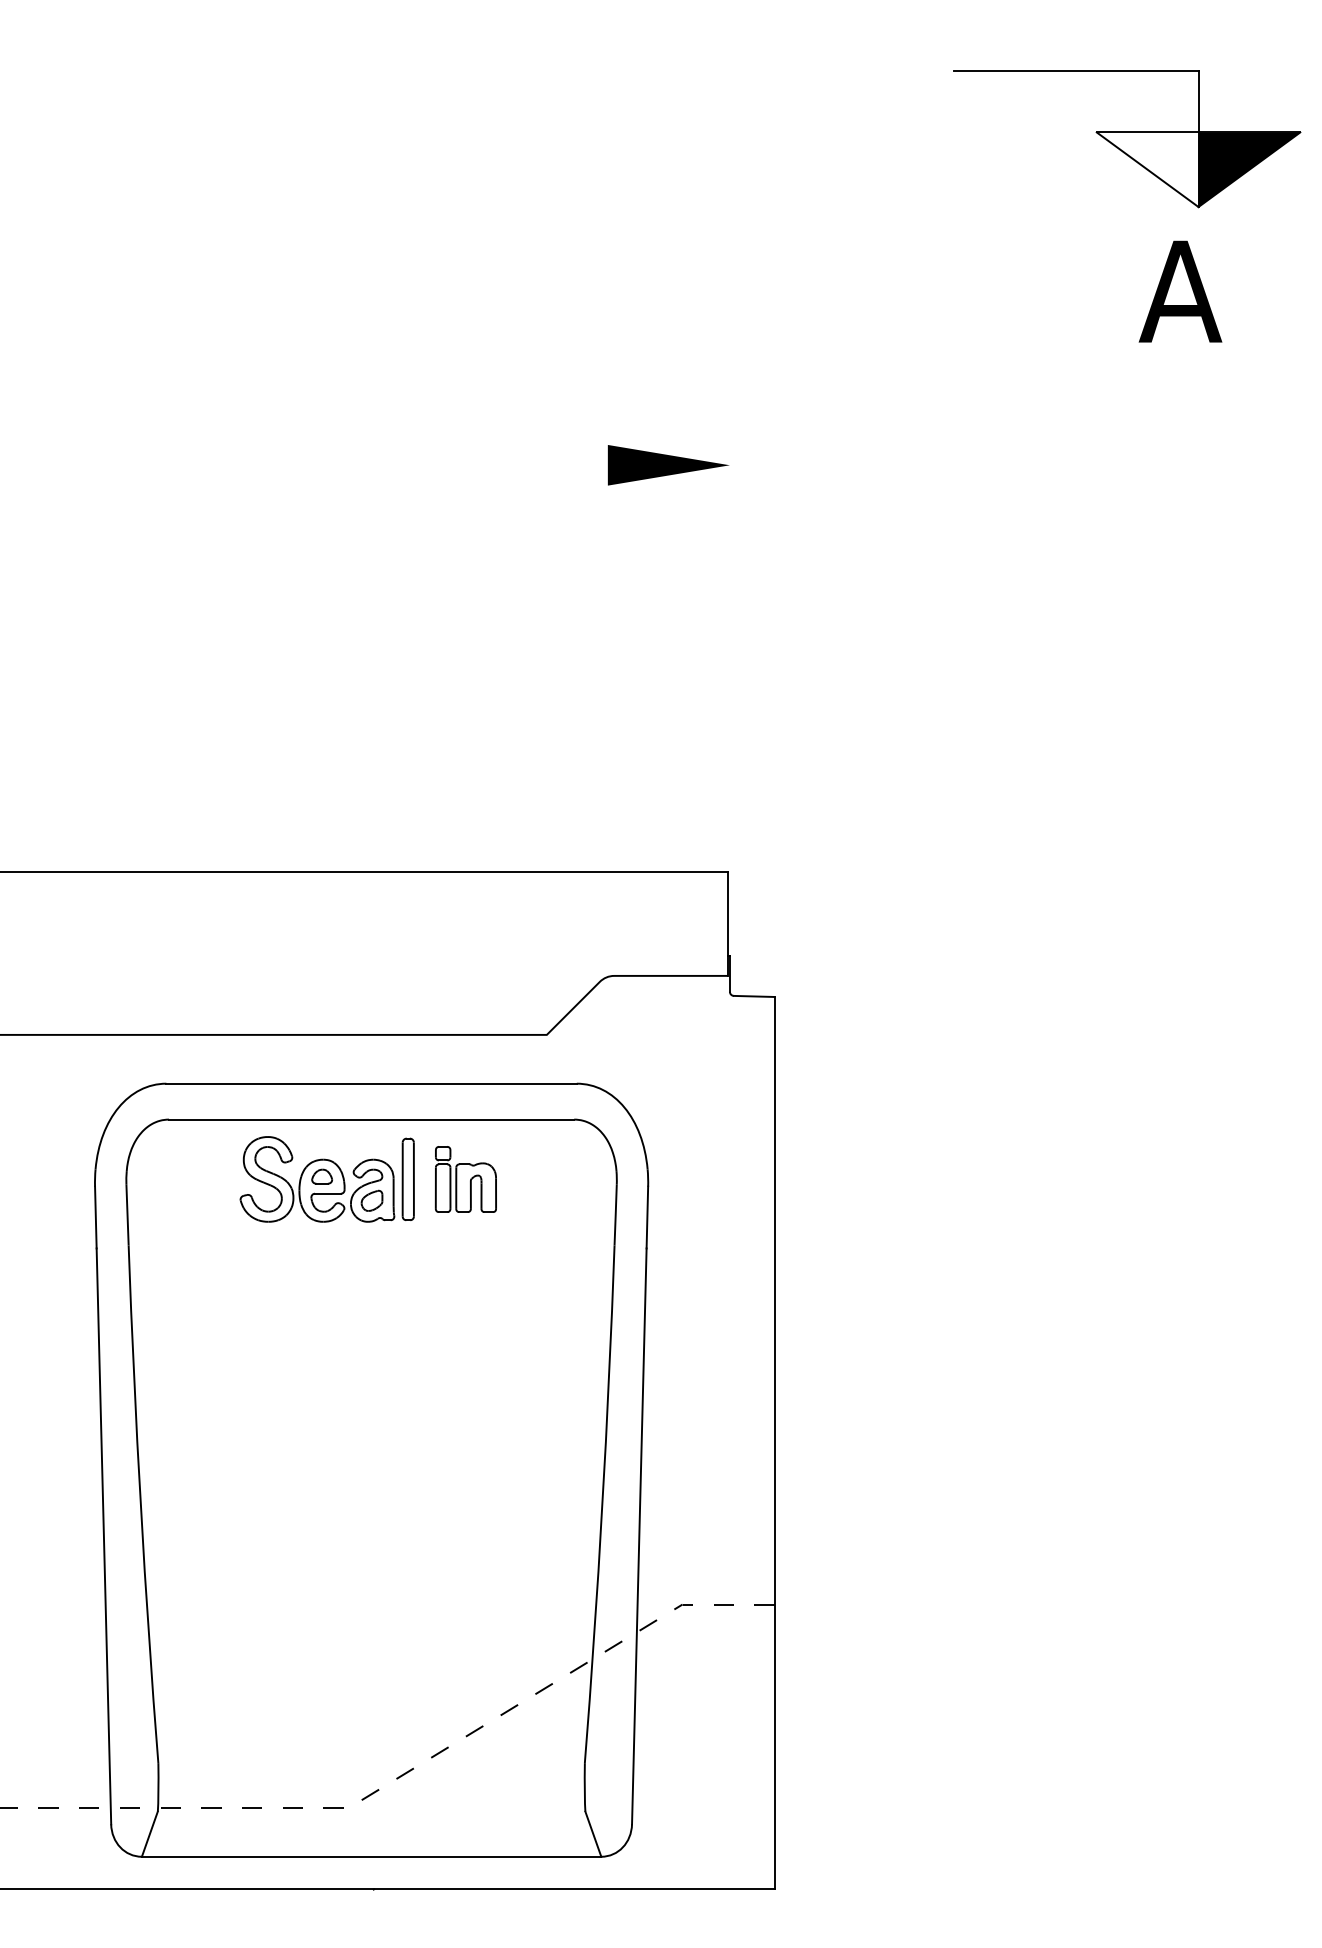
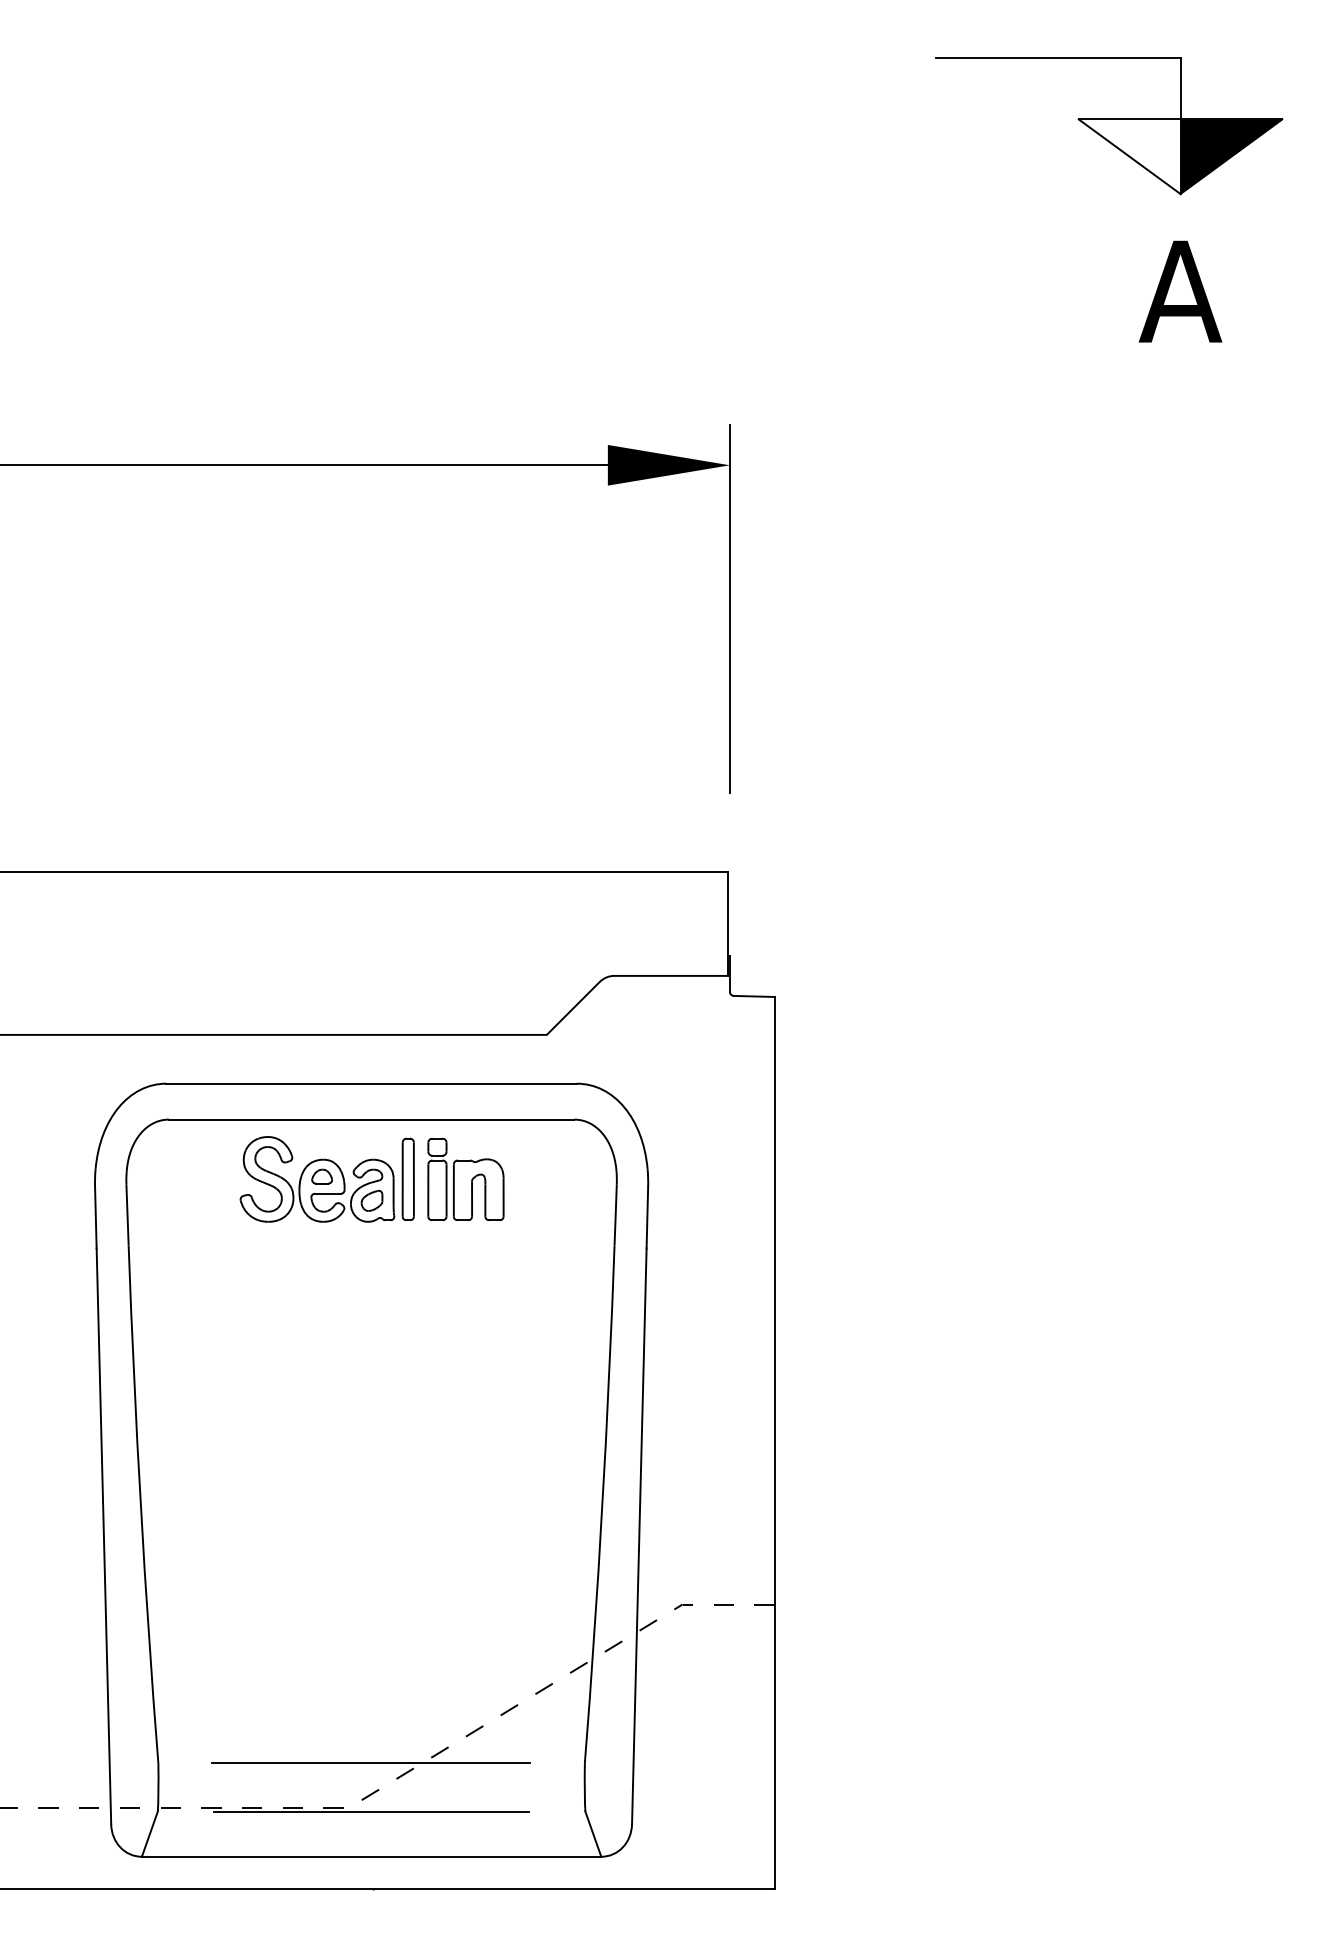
part at (1127, 139) position: (1127, 139) -> (1109, 126)
line at (304, 465): none -> present
line at (729, 608): none -> present
part at (465, 1179) size: 63x67 px -> 78x85 px
line at (370, 1763): none -> present
line at (371, 1811): none -> present
